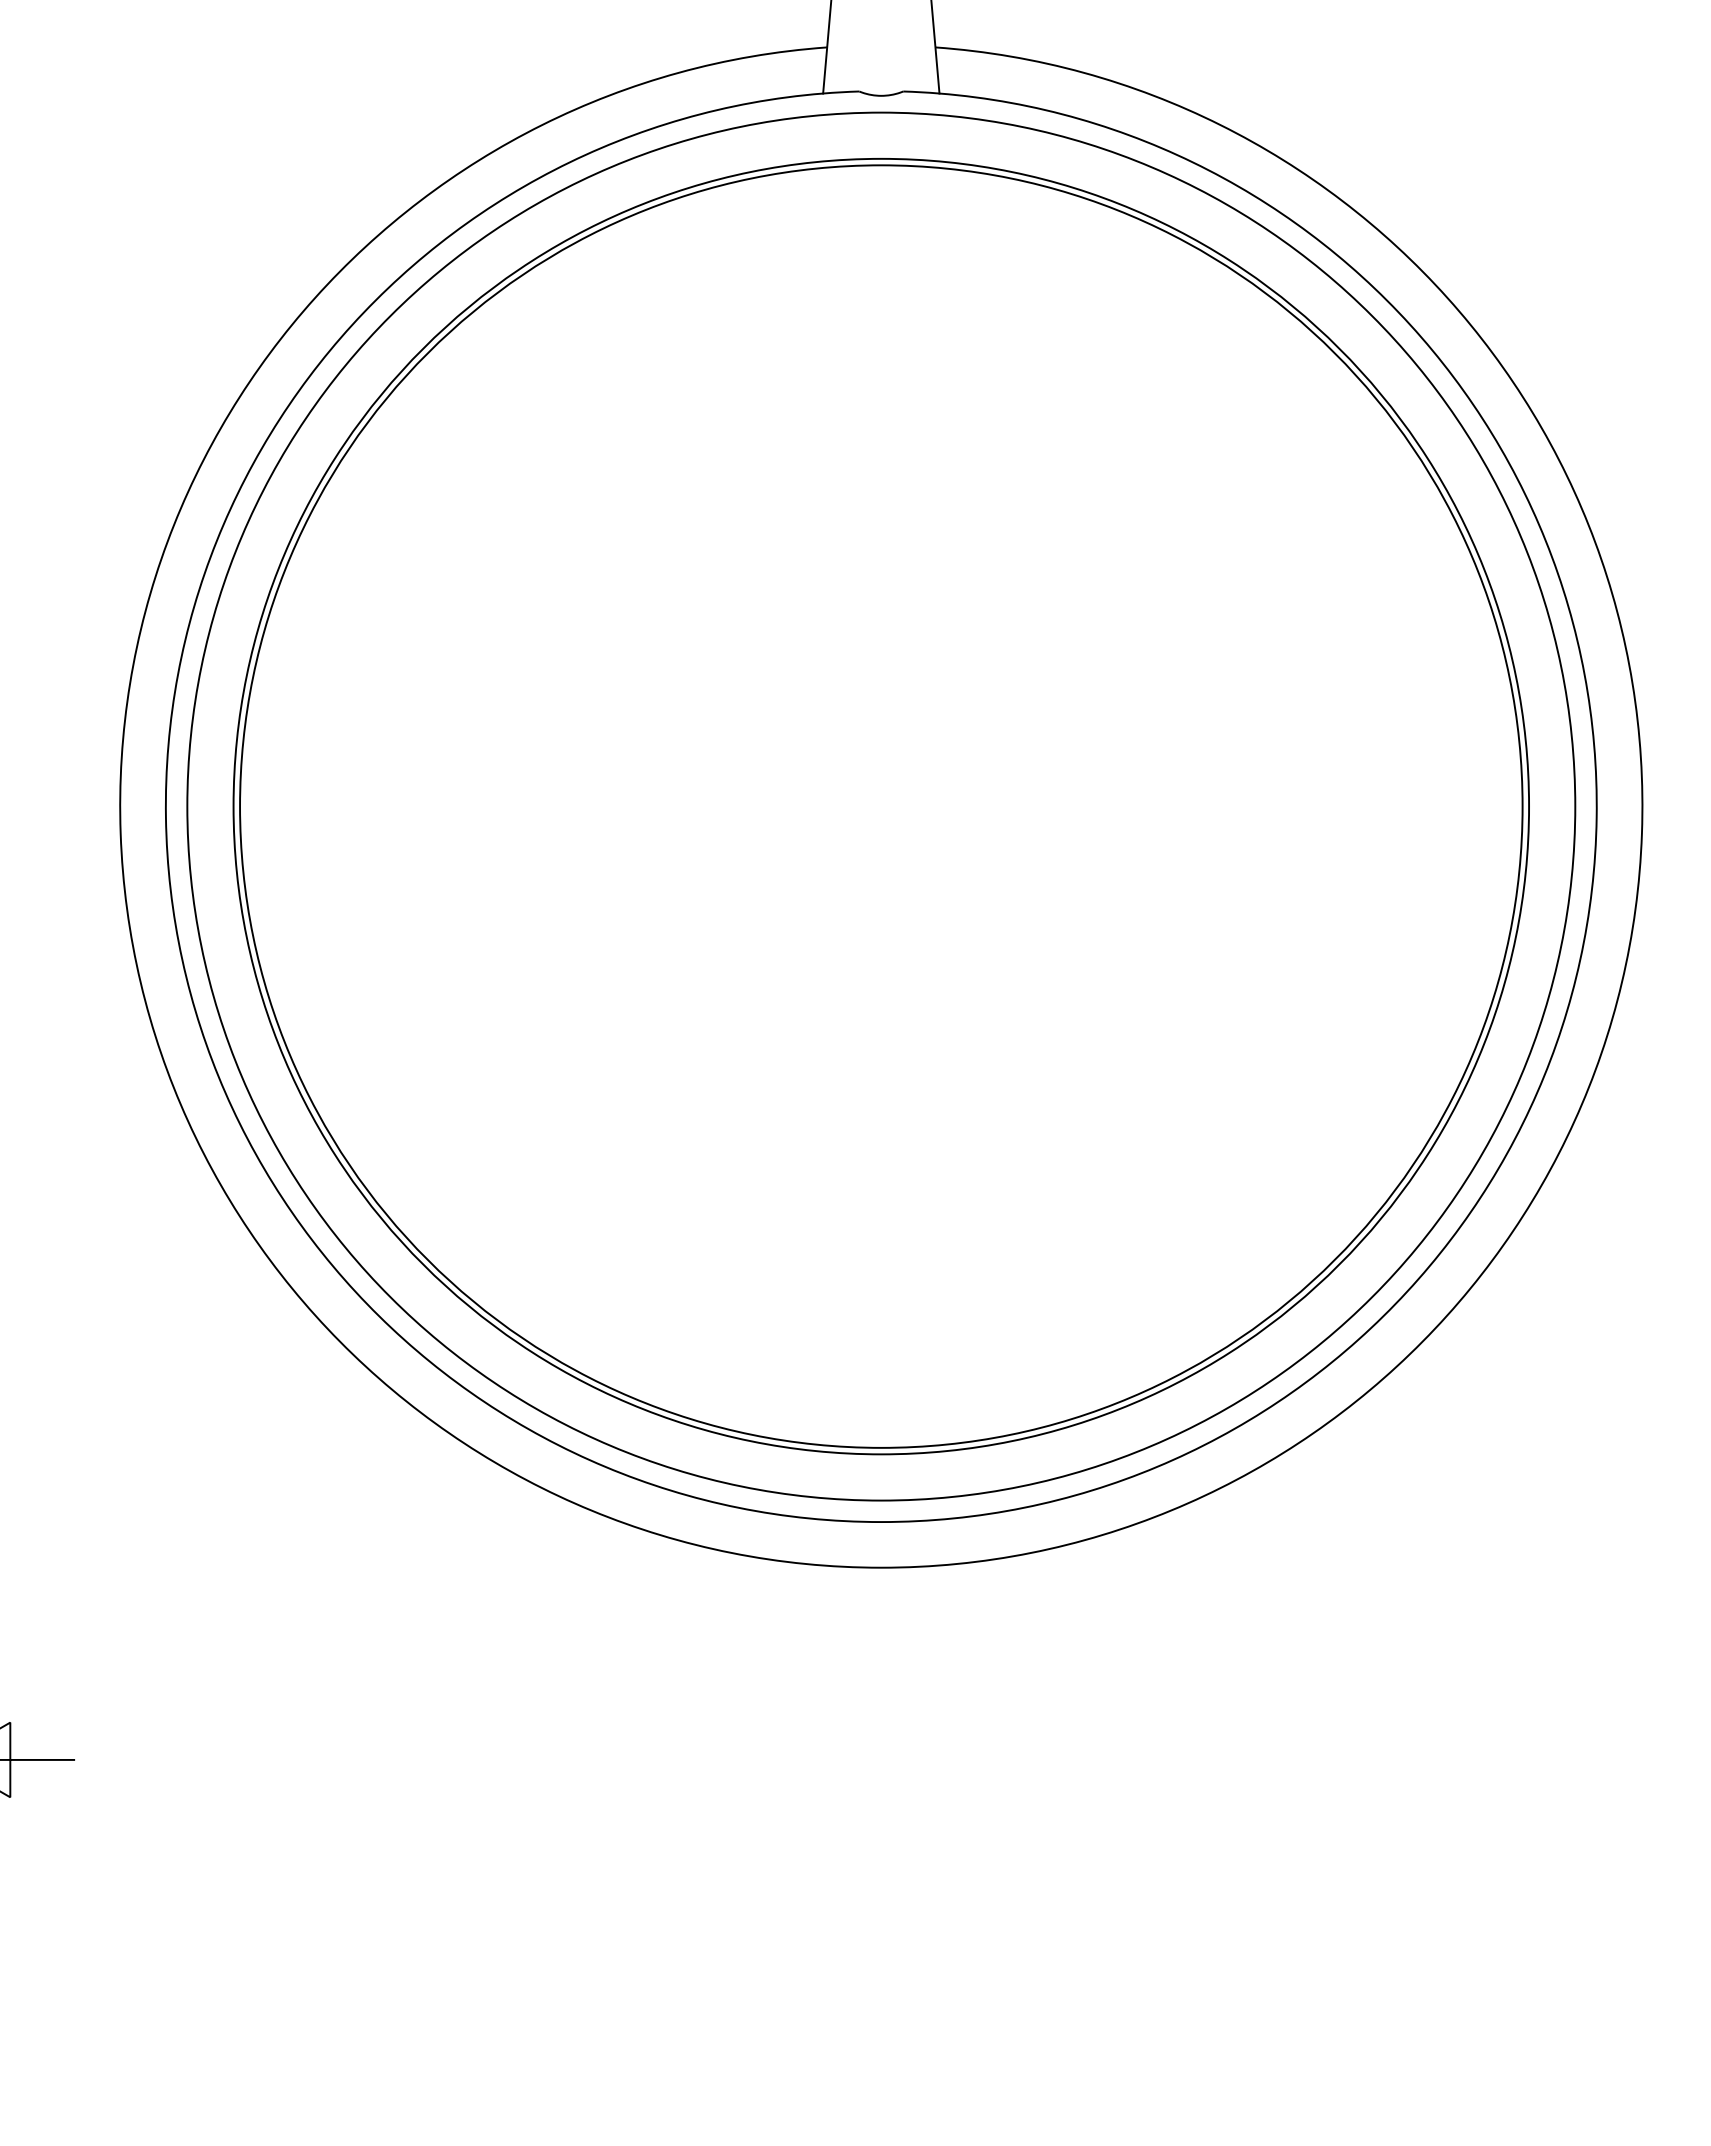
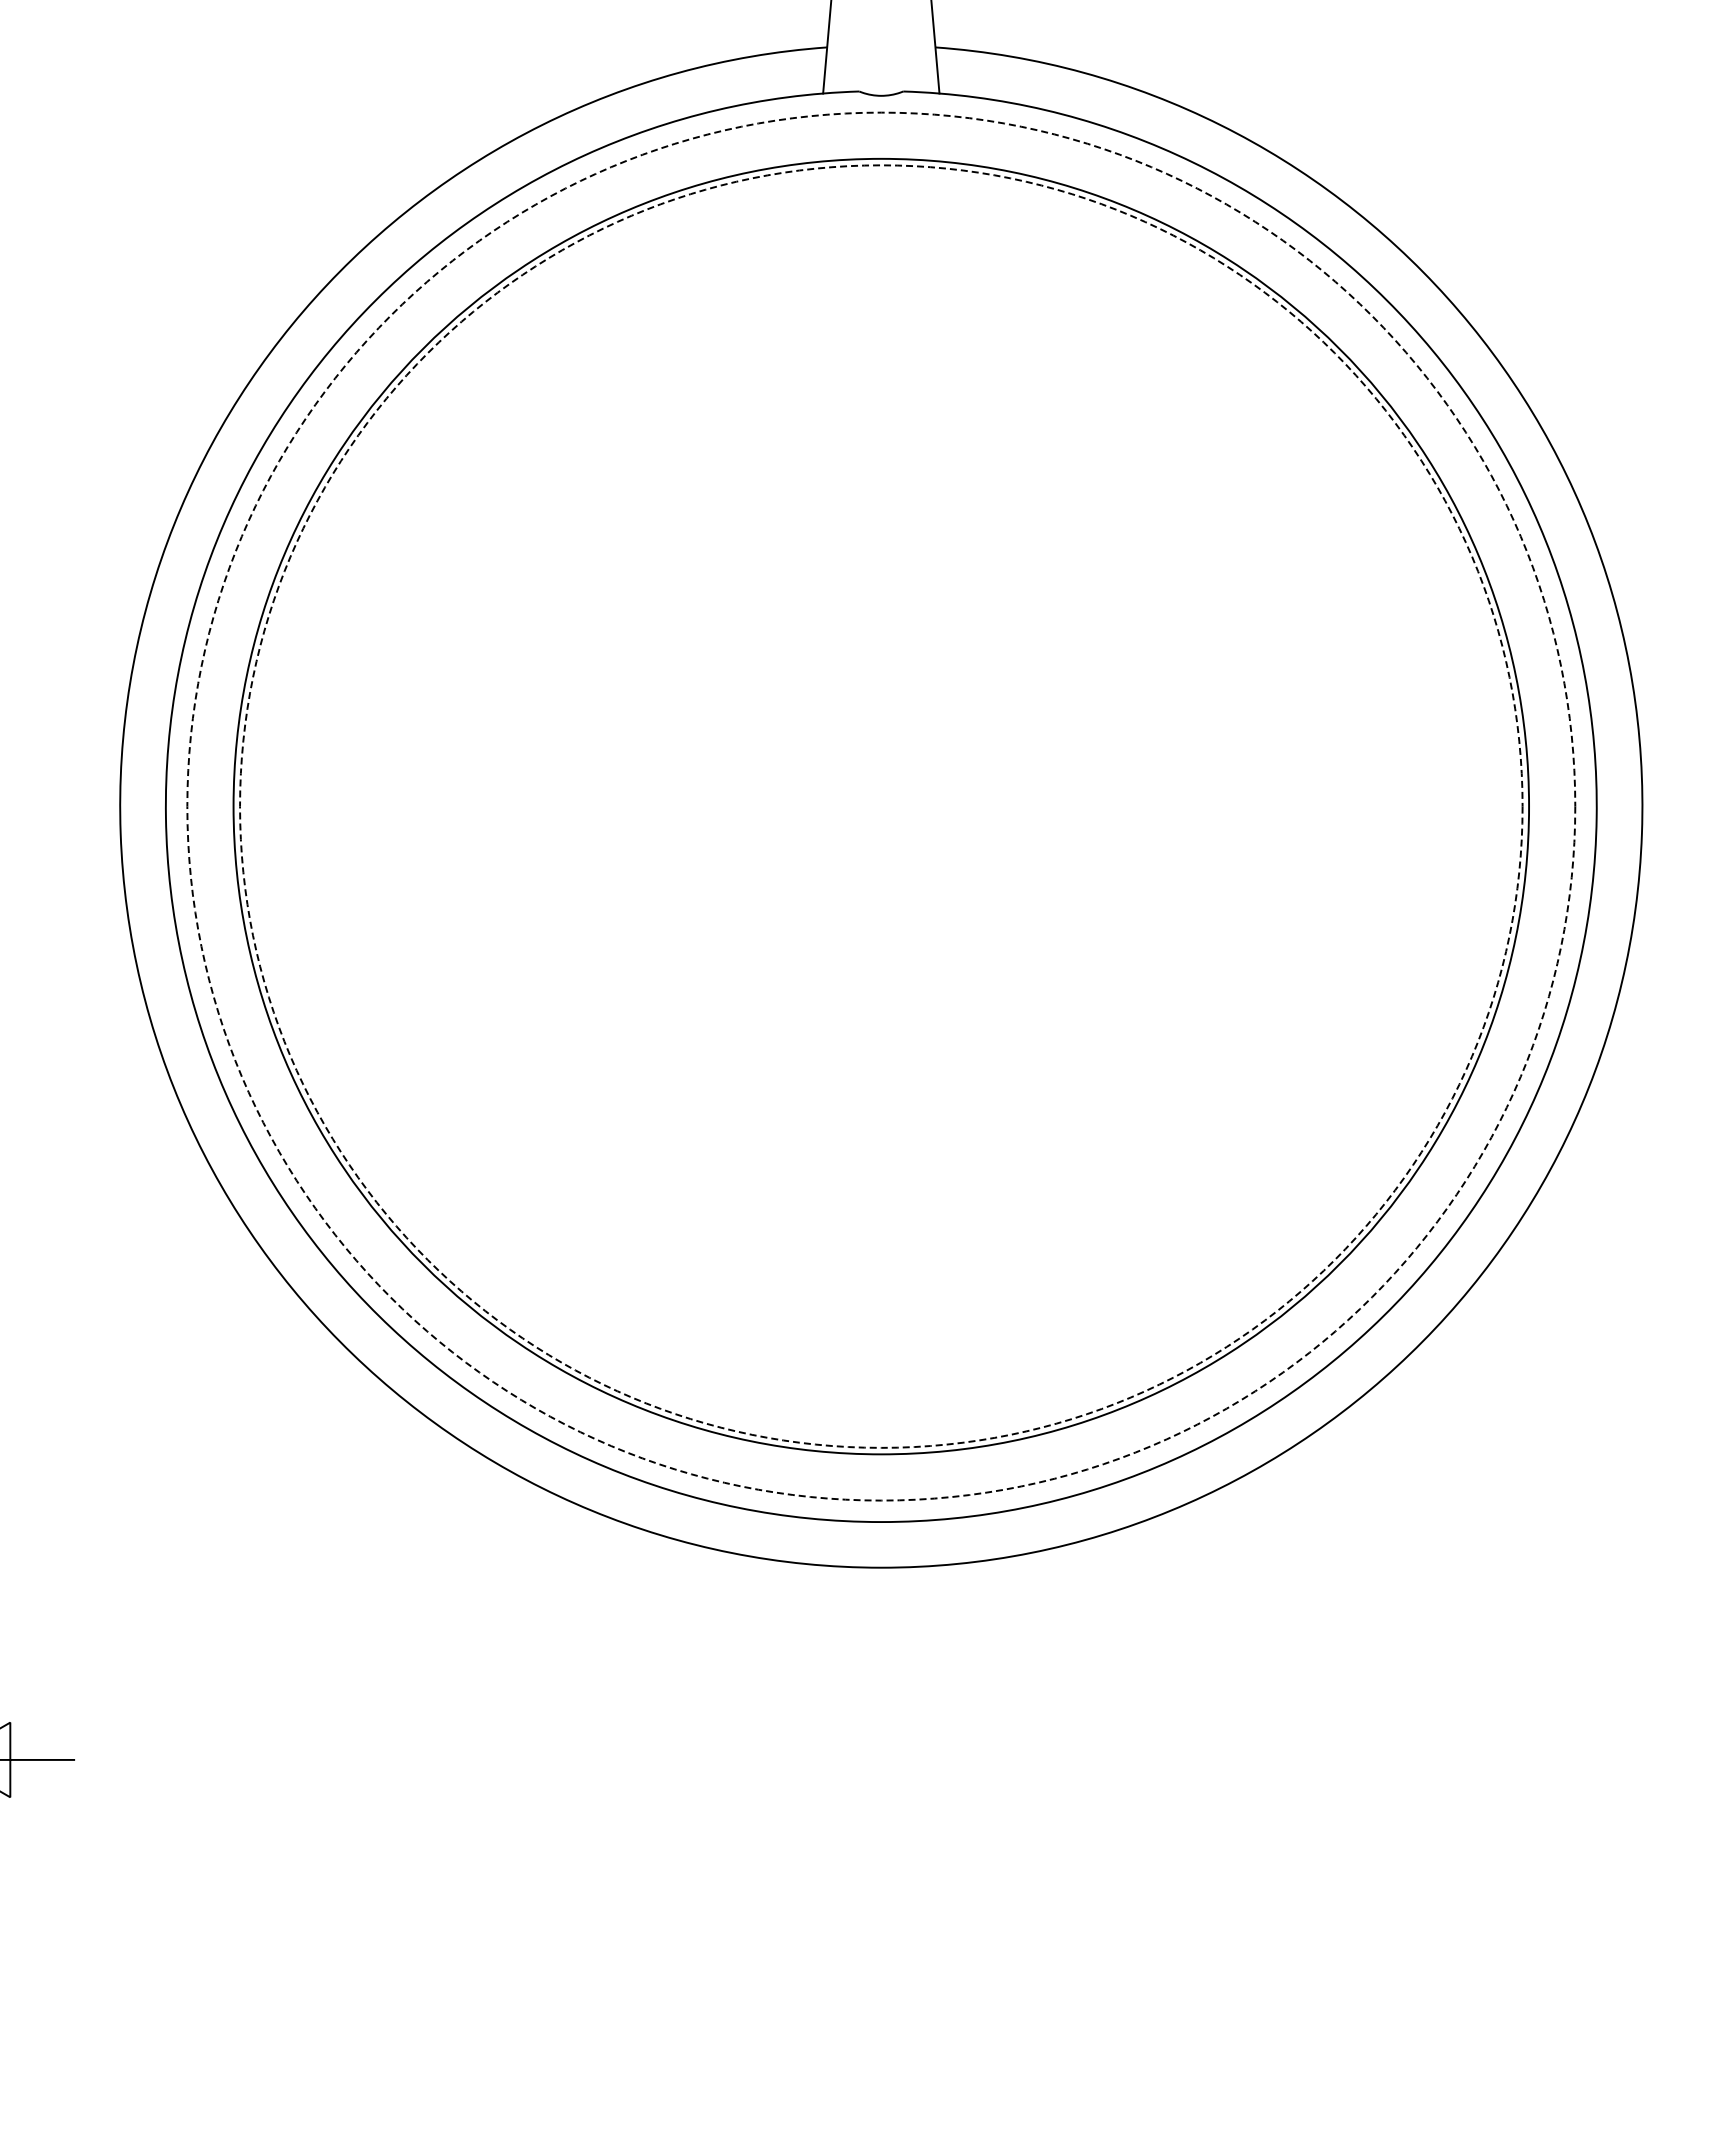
circle at (881, 806): solid -> dashed
circle at (881, 806): solid -> dashed
